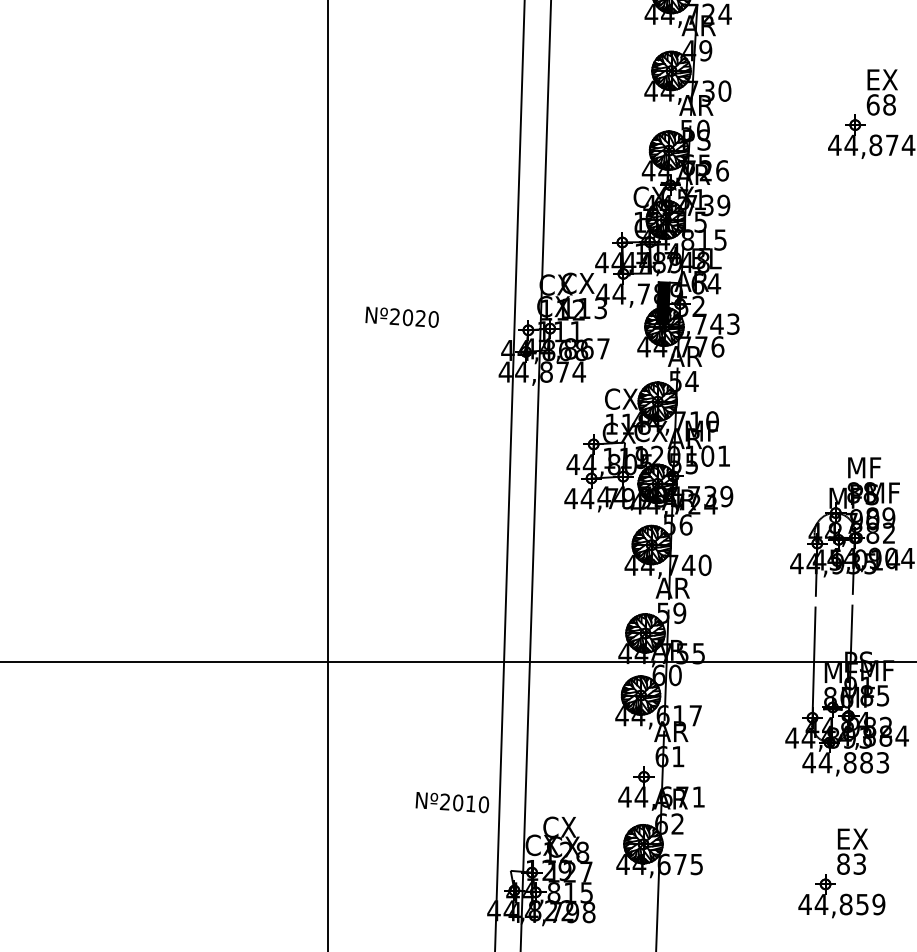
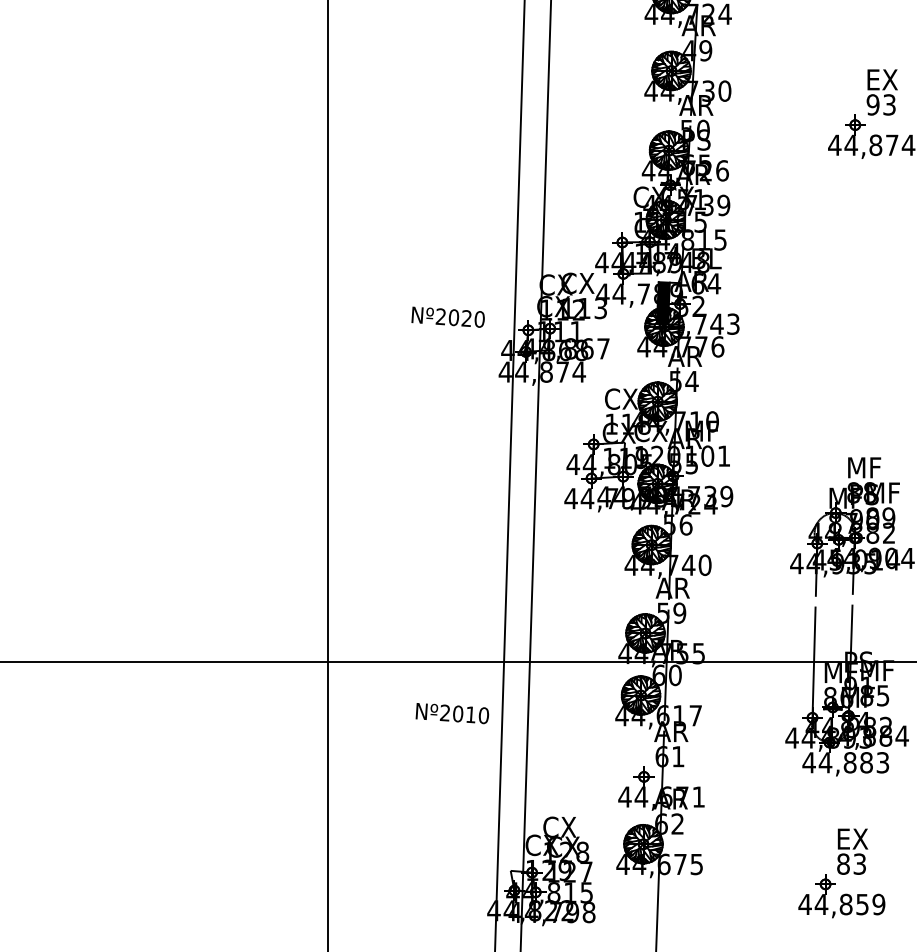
text at (880, 104): 68 -> 93
text at (401, 316) position: (401, 316) -> (447, 316)
text at (452, 802) position: (452, 802) -> (452, 713)
